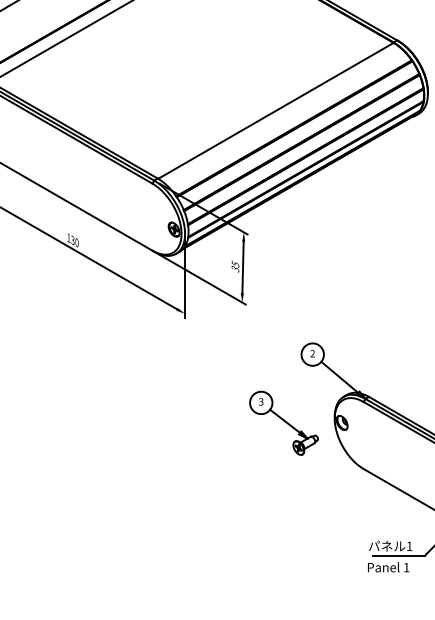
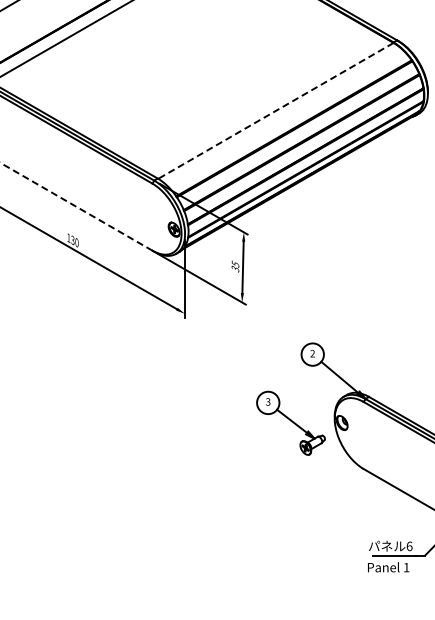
line at (275, 110): solid -> dashed
line at (75, 206): solid -> dashed
part at (283, 422) position: (283, 422) -> (290, 422)
text at (409, 546): 1 -> 6
